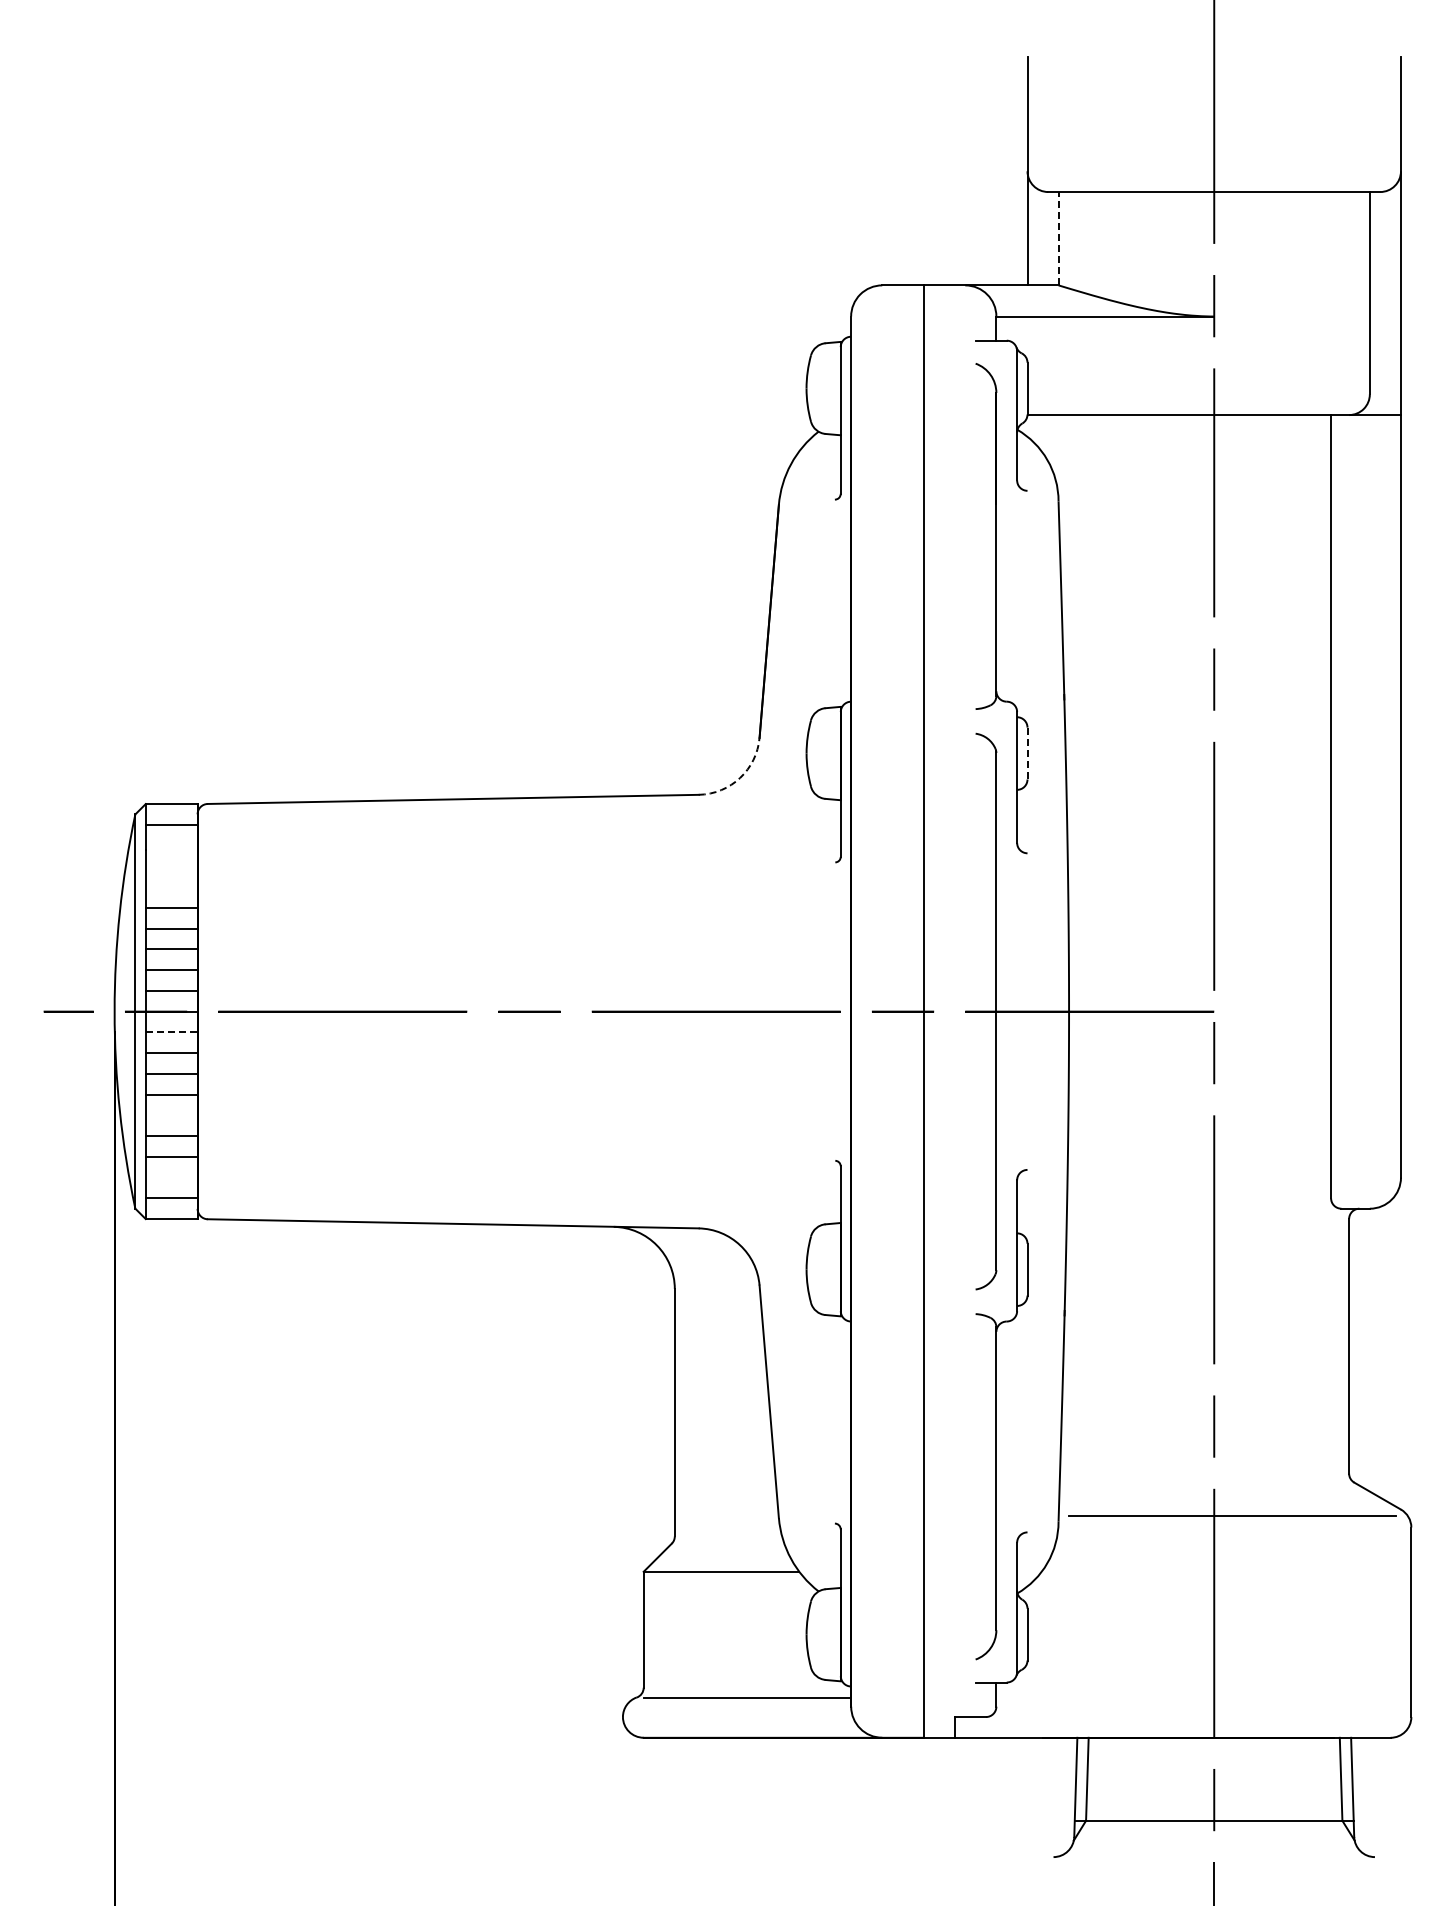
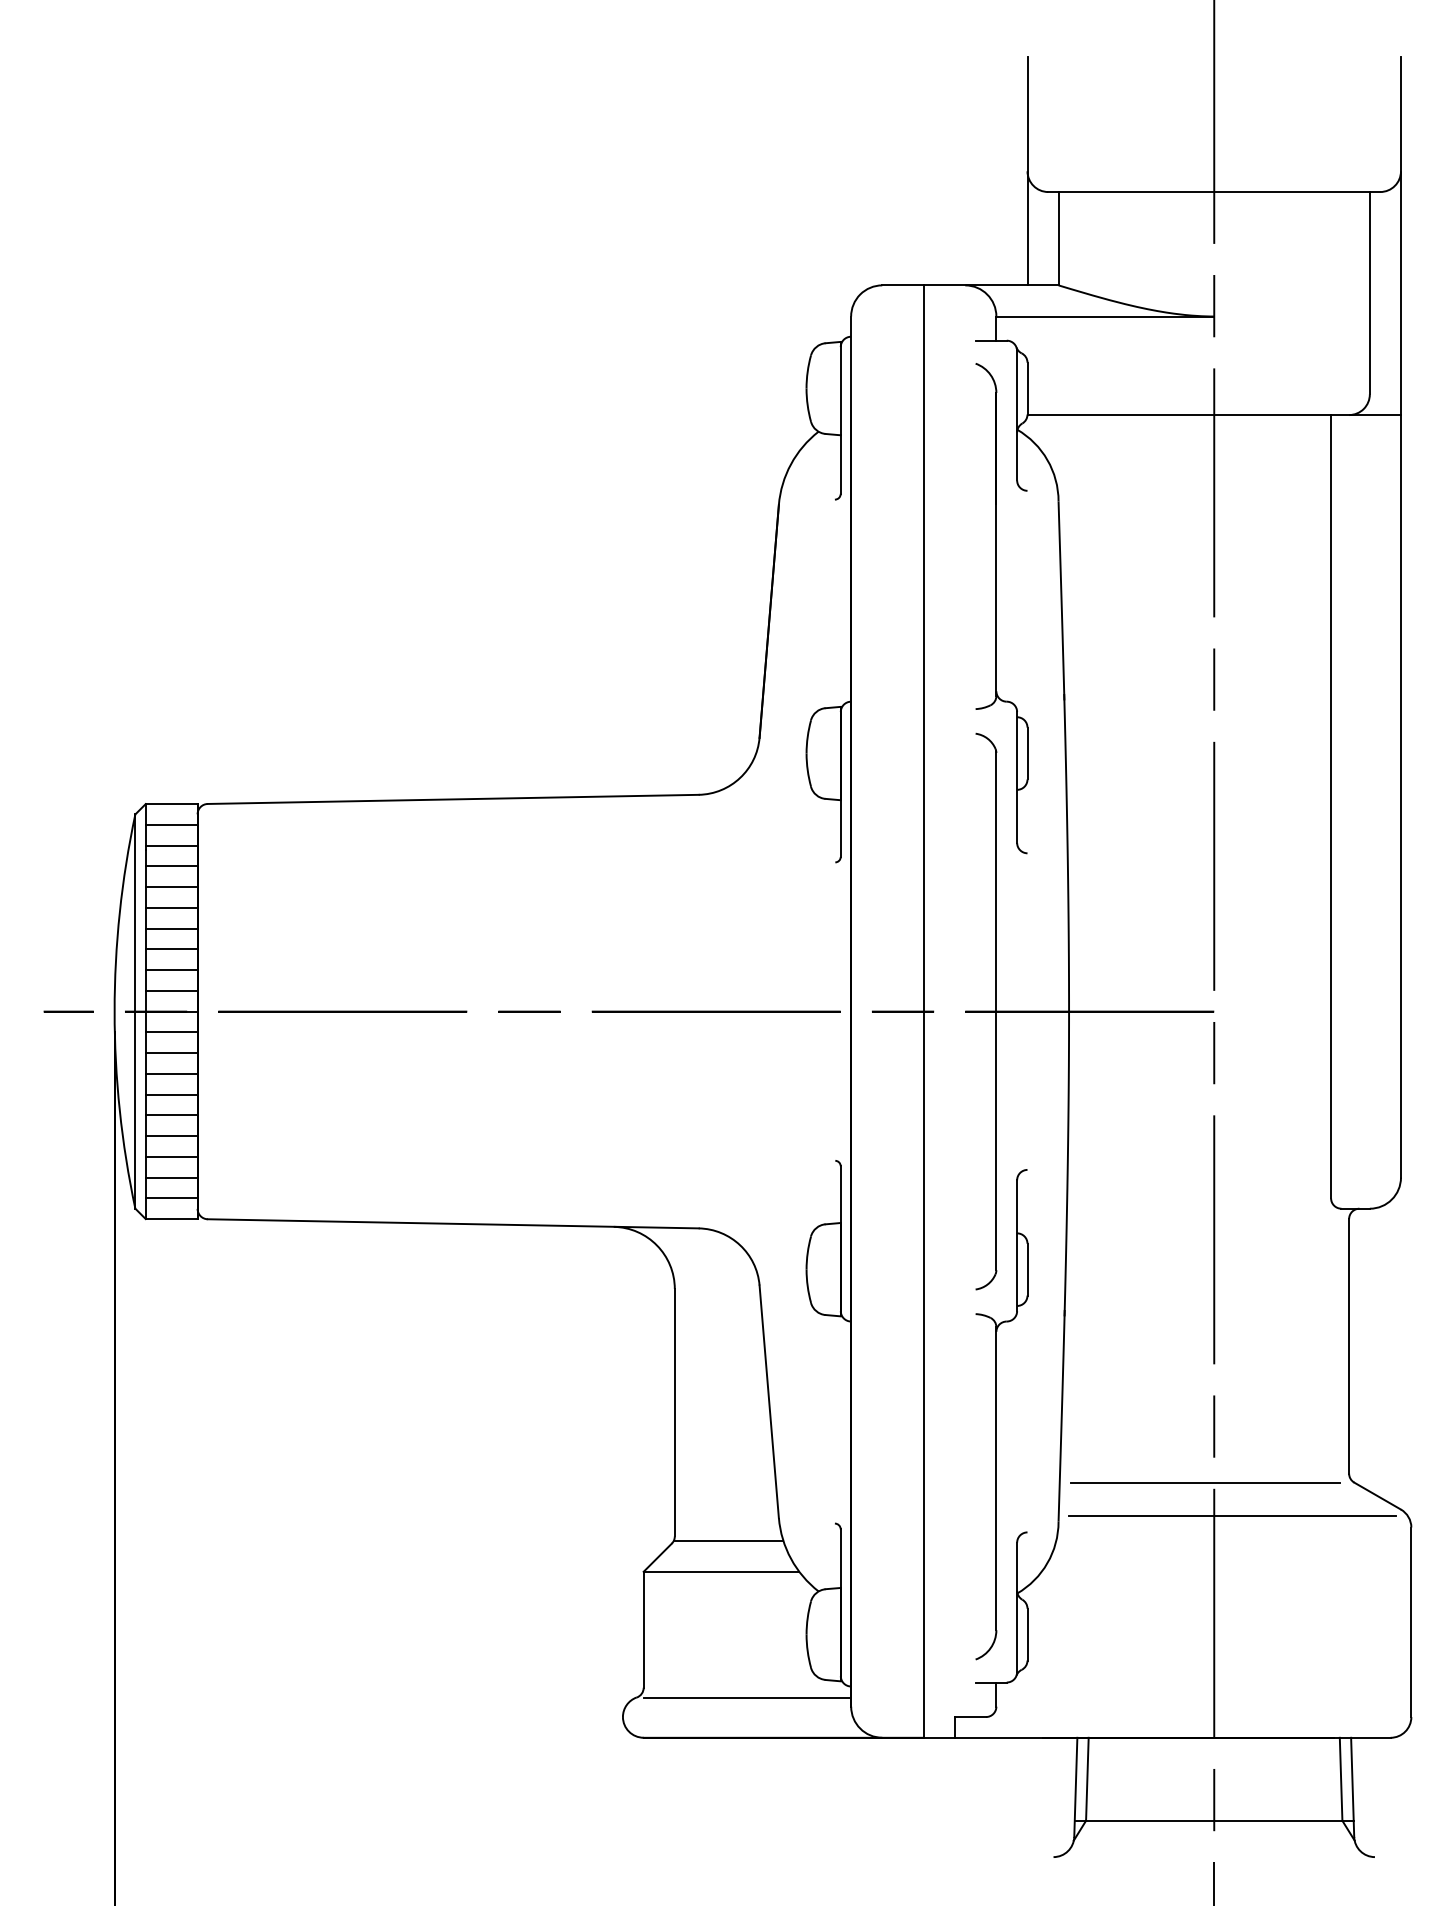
line at (1058, 238): dashed -> solid
line at (1027, 753): dashed -> solid
arc at (740, 778): dashed -> solid
line at (171, 845): none -> present
line at (171, 866): none -> present
line at (171, 887): none -> present
line at (171, 1032): dashed -> solid
line at (171, 1115): none -> present
line at (171, 1177): none -> present
line at (1205, 1482): none -> present
line at (728, 1540): none -> present
